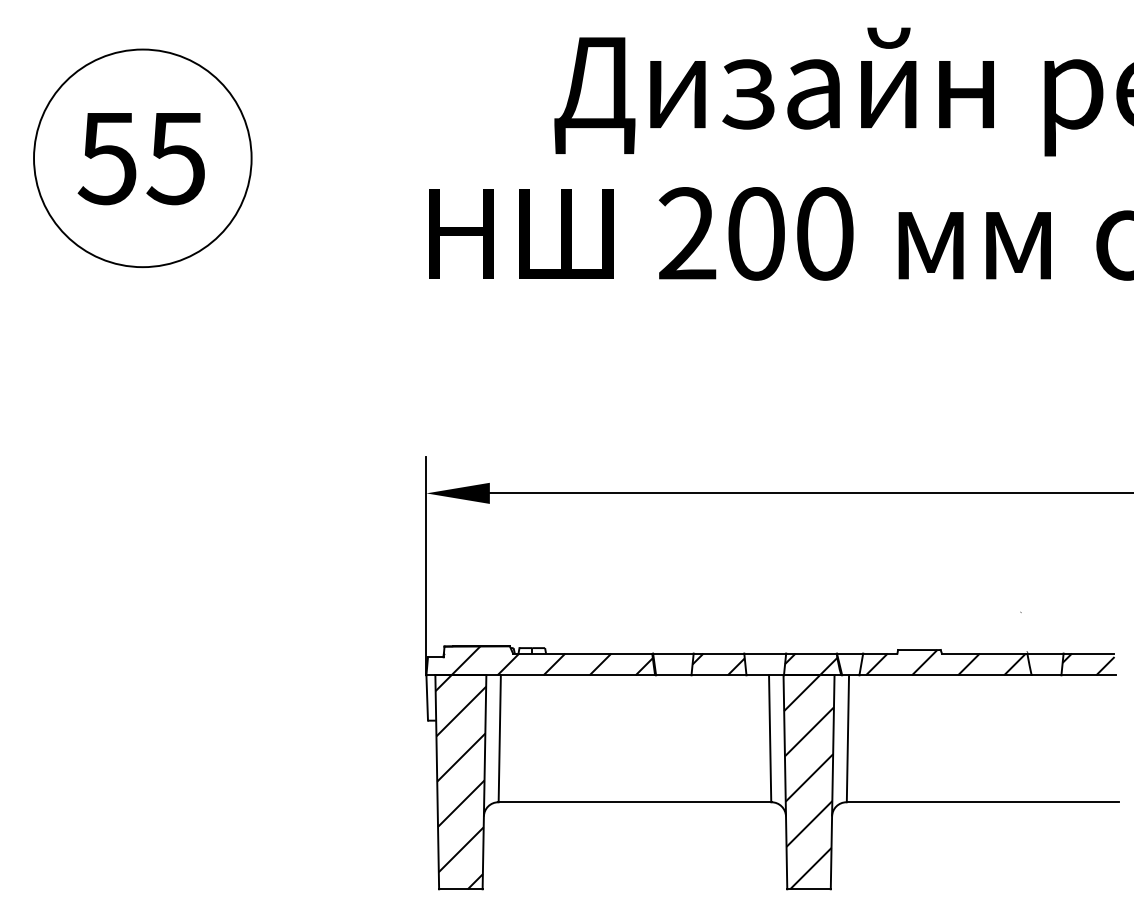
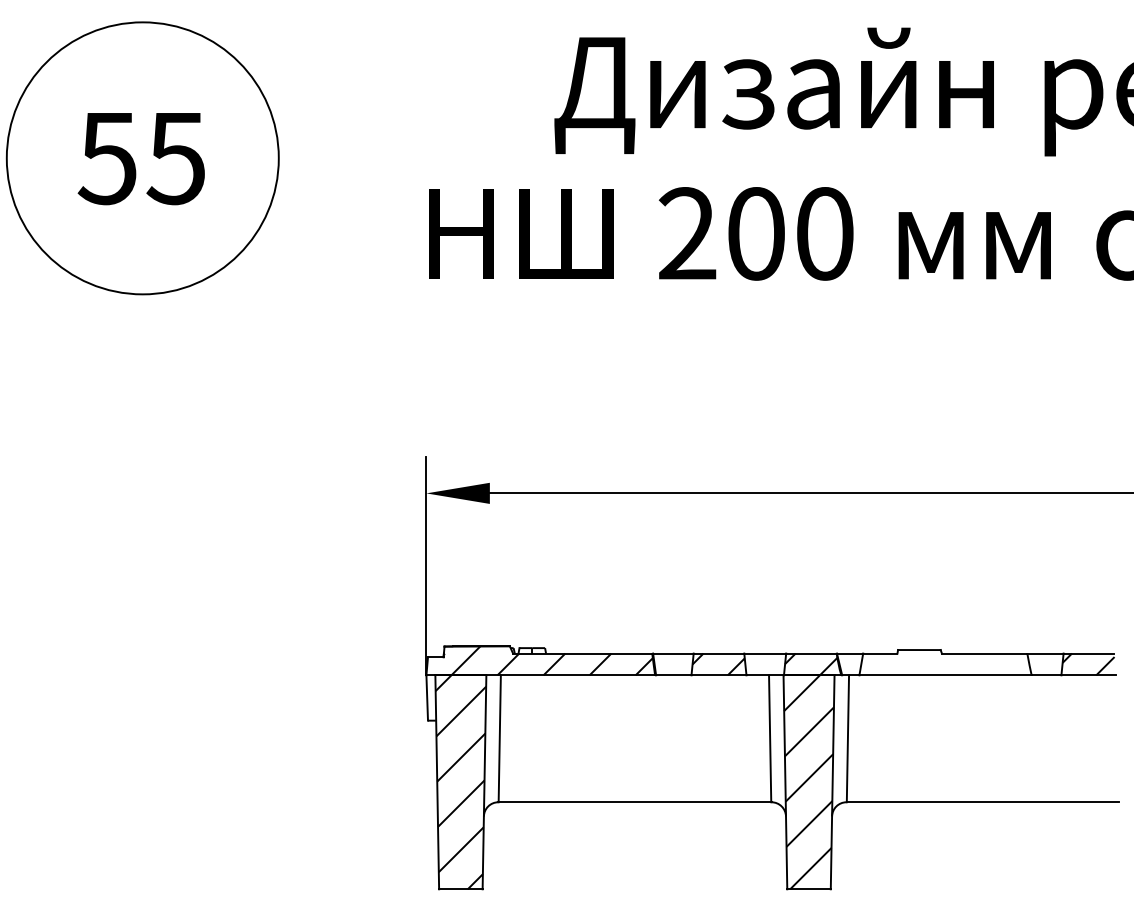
circle at (142, 158) diameter: 218 px -> 272 px
hatch at (946, 643): present -> none
